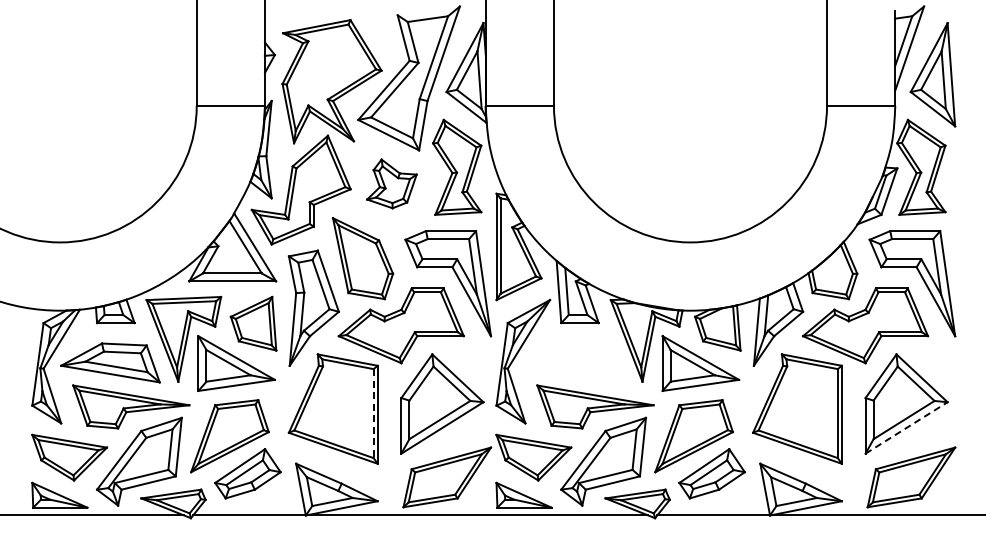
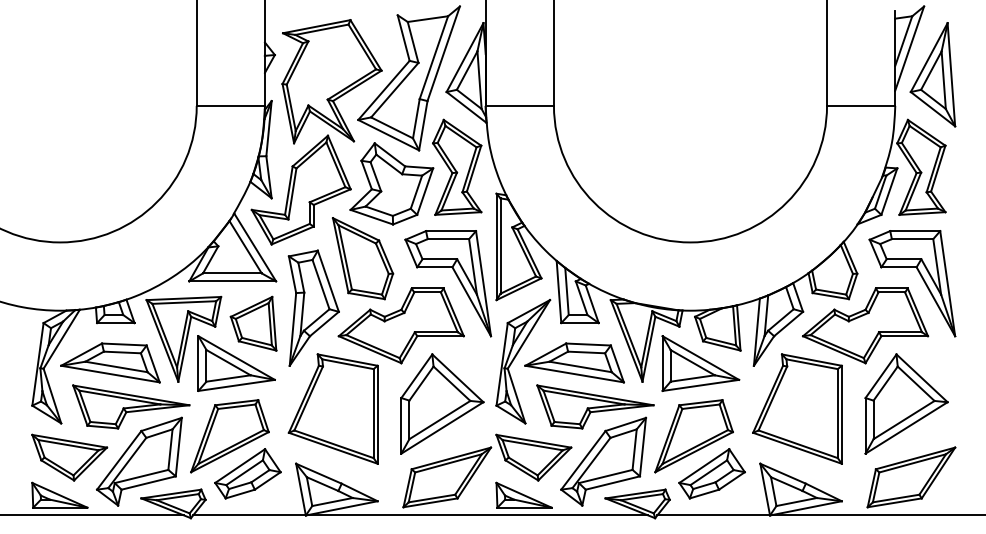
part at (391, 183) size: 52x52 px -> 86x84 px
part at (574, 362): none -> present
line at (373, 413): dashed -> solid
line at (907, 427): dashed -> solid
